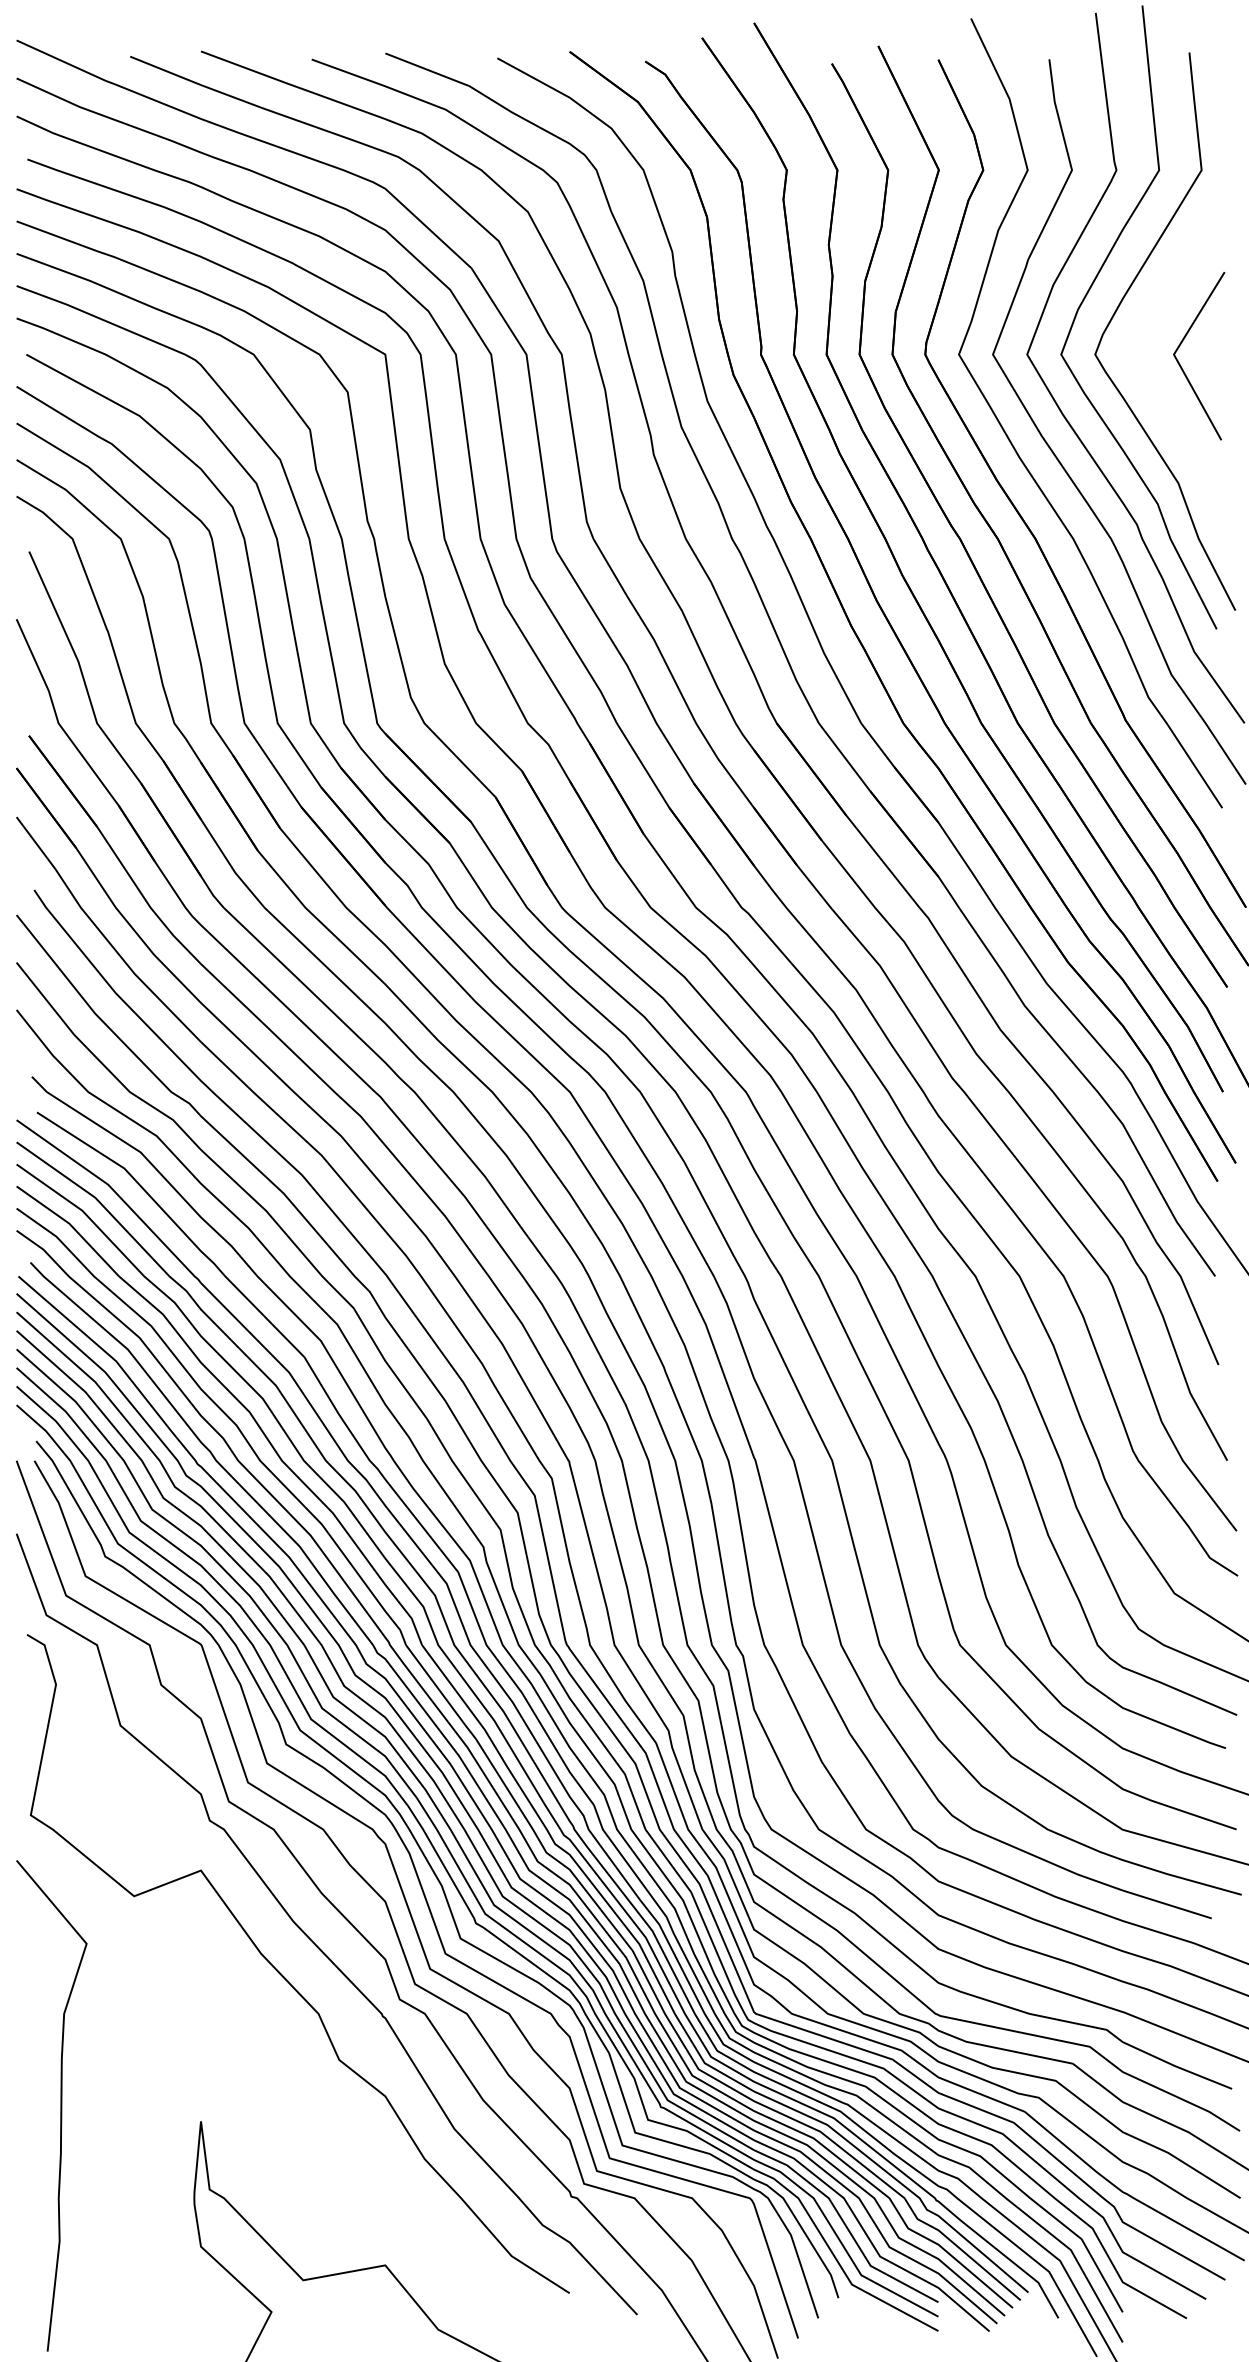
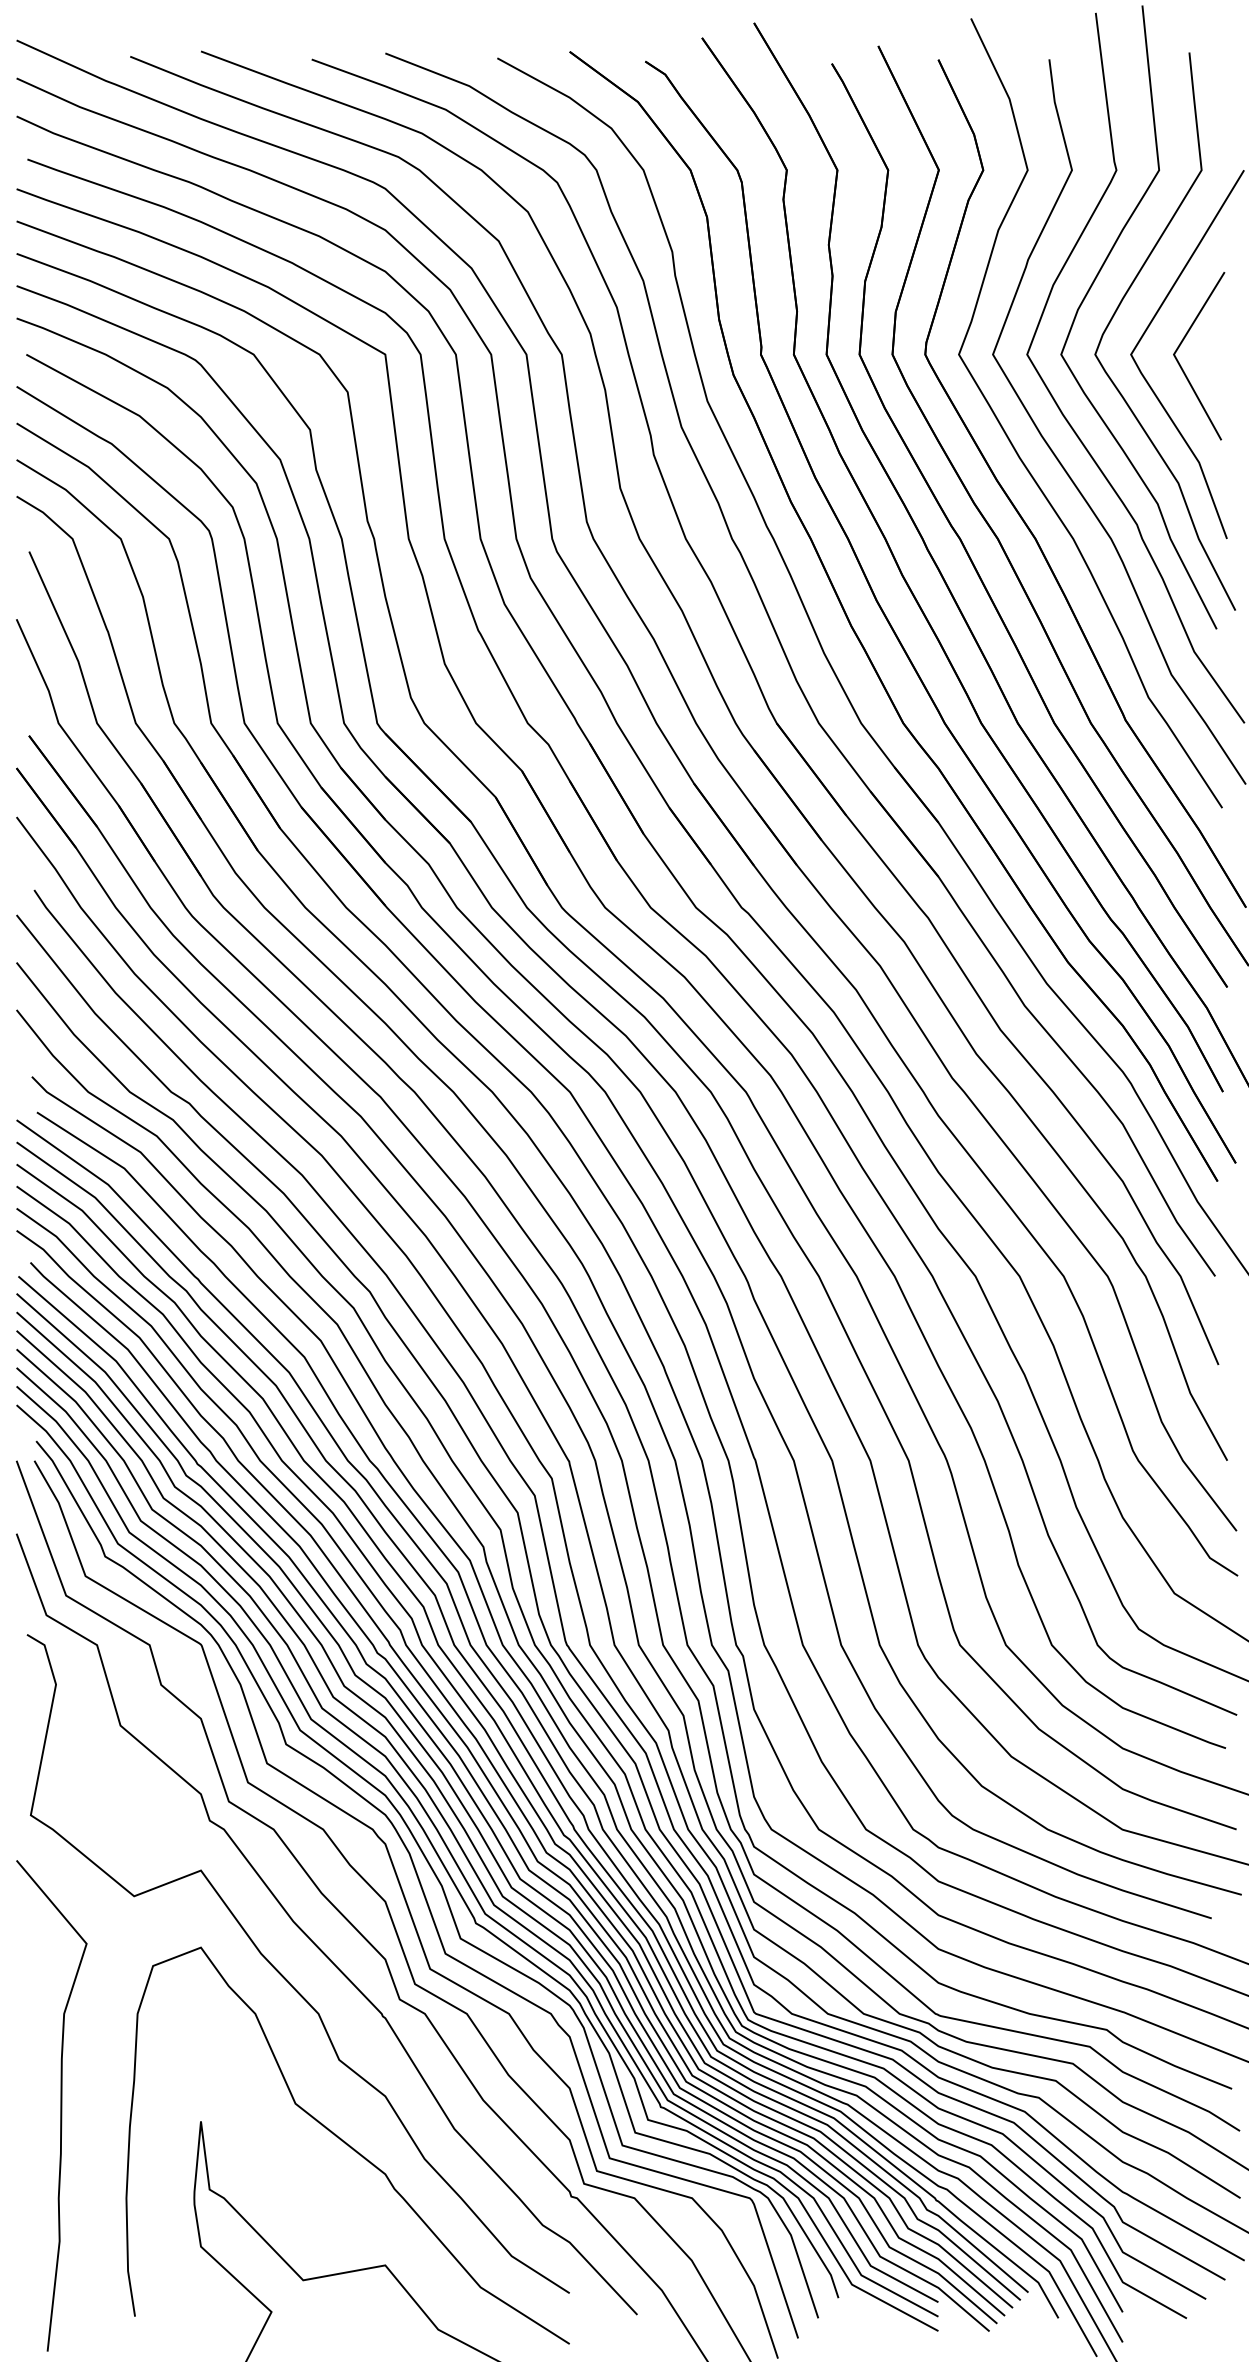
curve at (1148, 328): none -> present
curve at (347, 2145): none -> present
